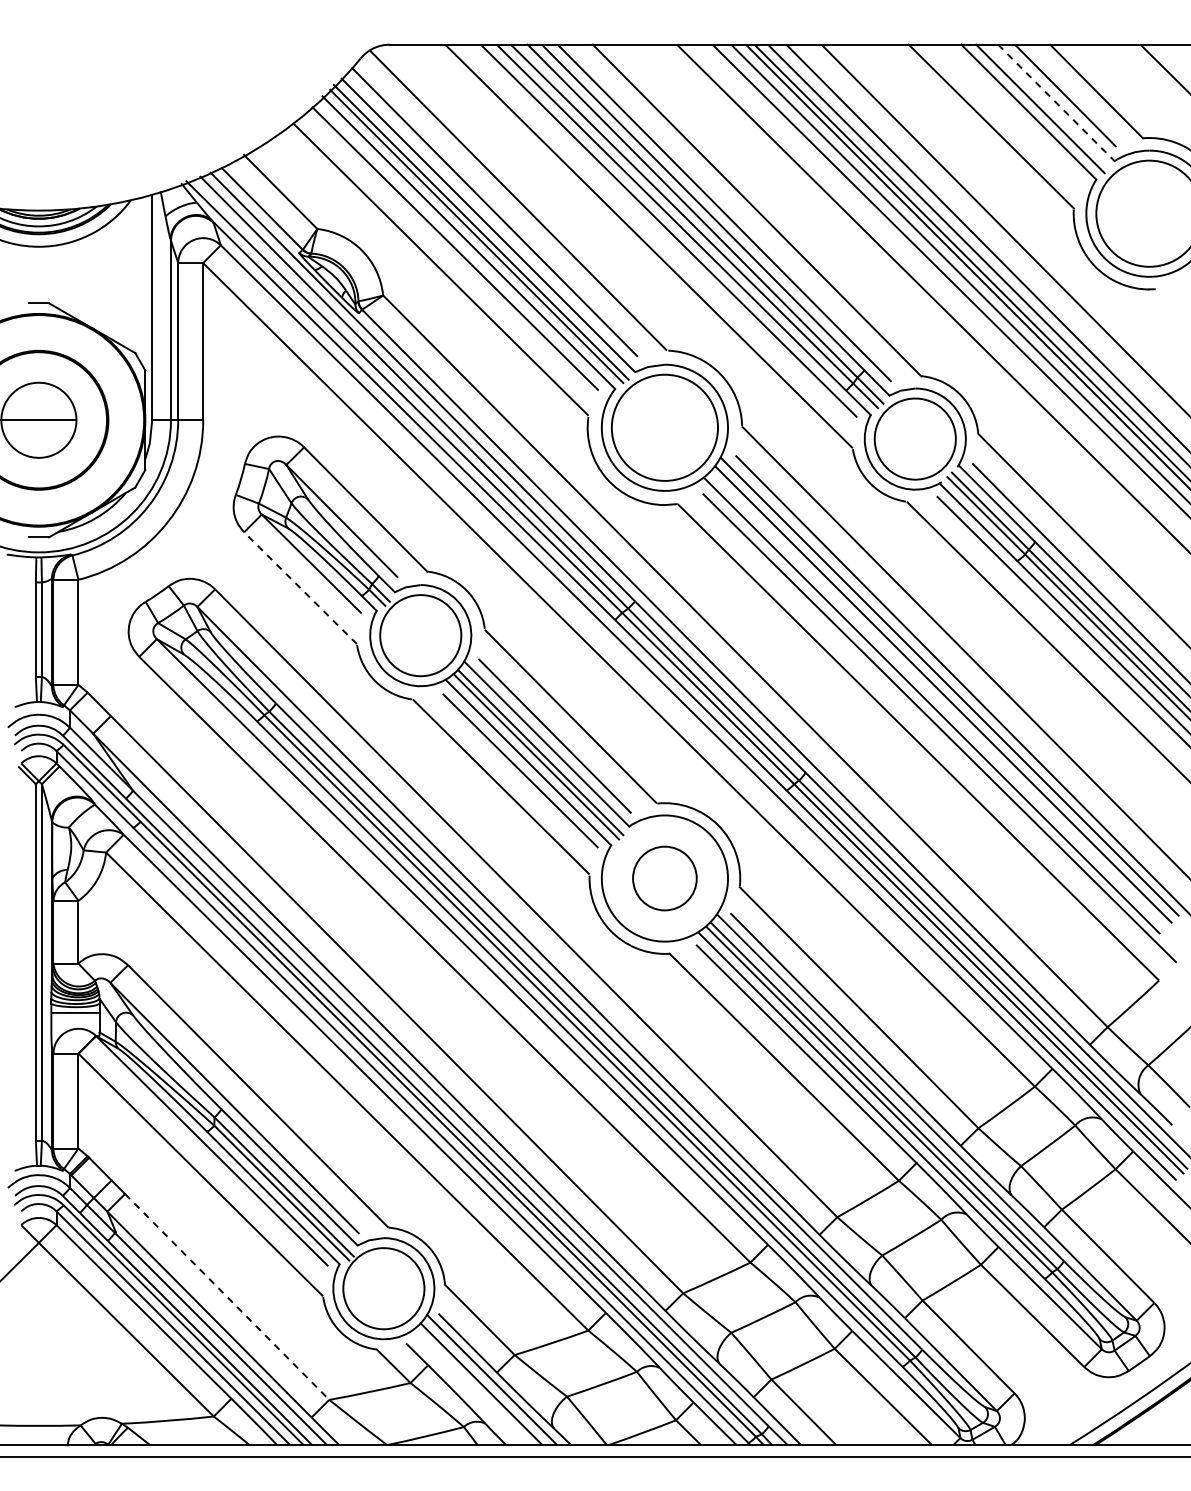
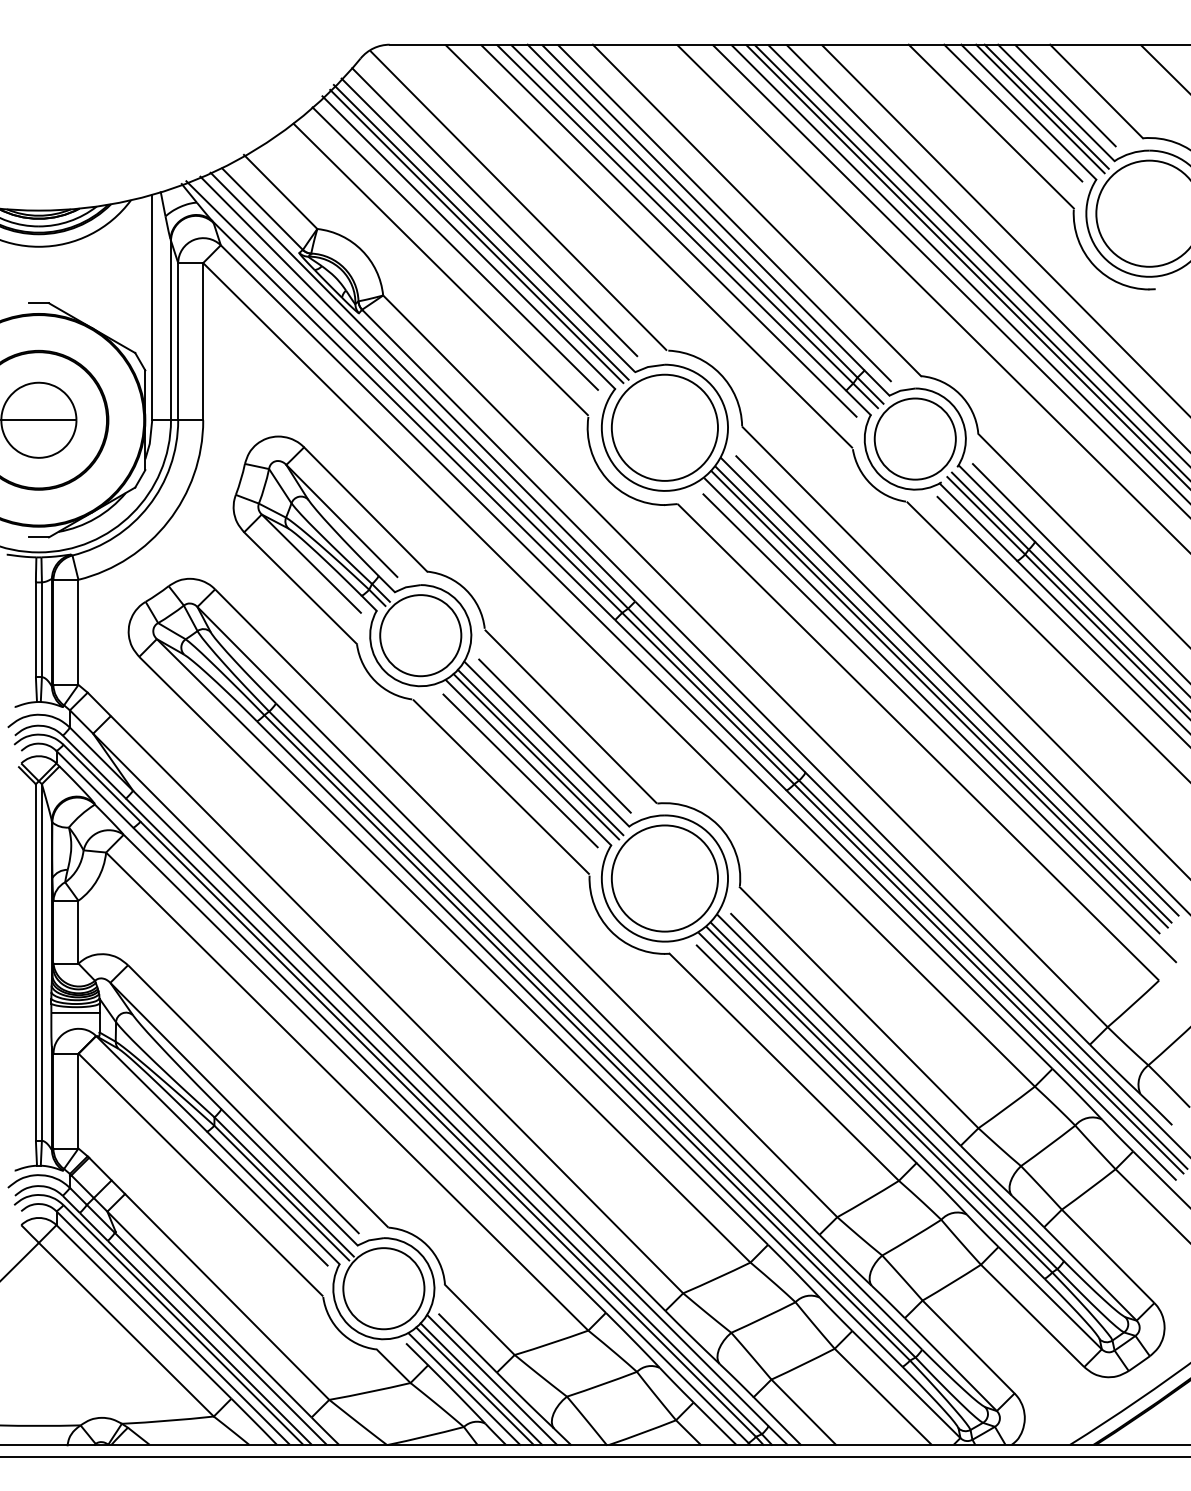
line at (1056, 103): dashed -> solid
line at (1046, 106): none -> present
line at (1013, 112): none -> present
line at (300, 587): dashed -> solid
line at (939, 698): none -> present
circle at (664, 878) diameter: 64 px -> 106 px
line at (227, 1296): dashed -> solid
line at (474, 1385): none -> present
line at (464, 1388): none -> present
